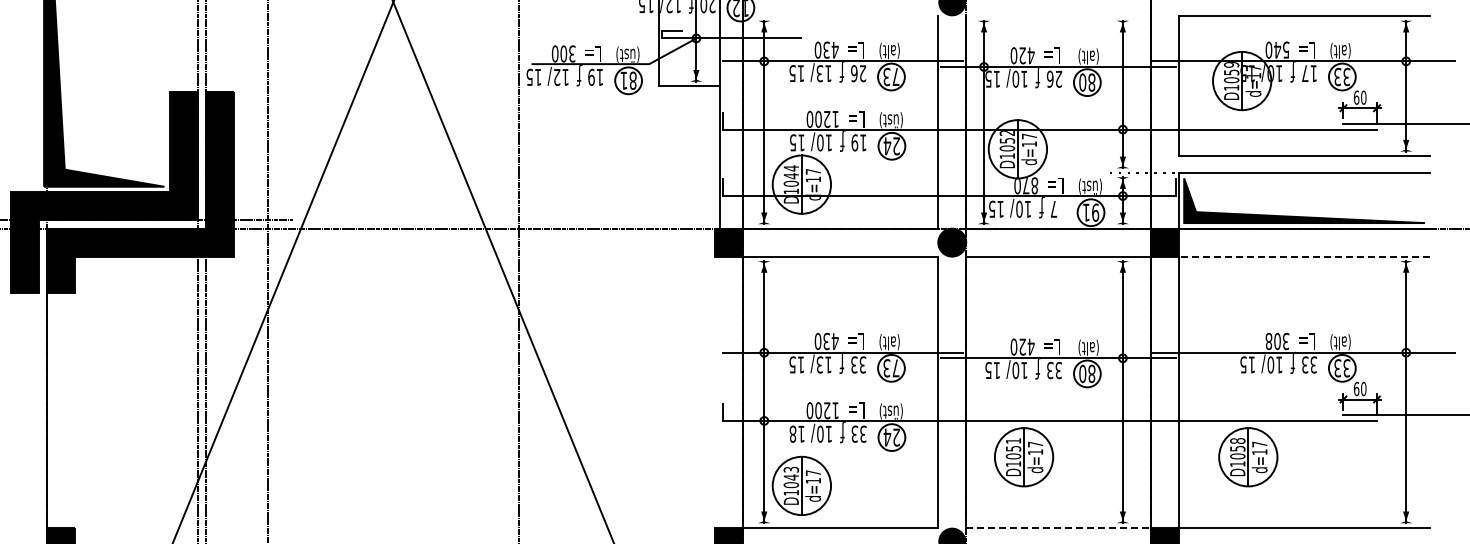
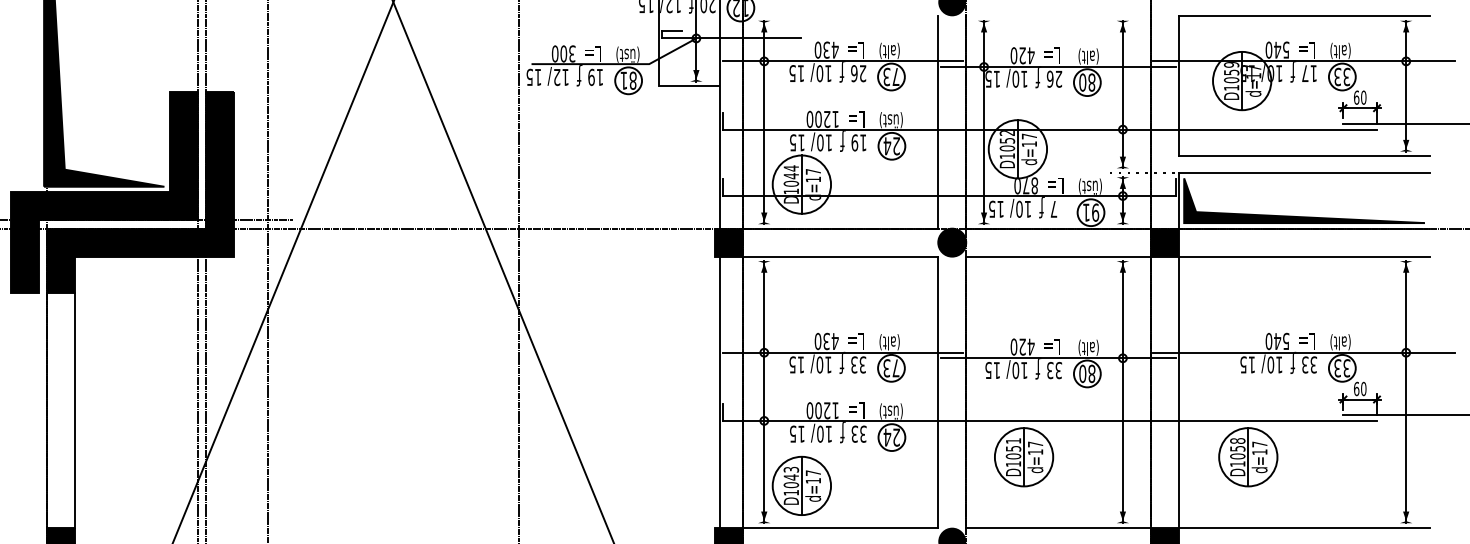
text at (819, 73): 13 -> 10
line at (1304, 256): dashed -> solid
text at (1276, 341): 308 -> 540
text at (819, 364): 13 -> 10
line at (720, 391): none -> present
line at (74, 409): none -> present
text at (792, 433): 18 -> 15
line at (1058, 527): dashed -> solid
